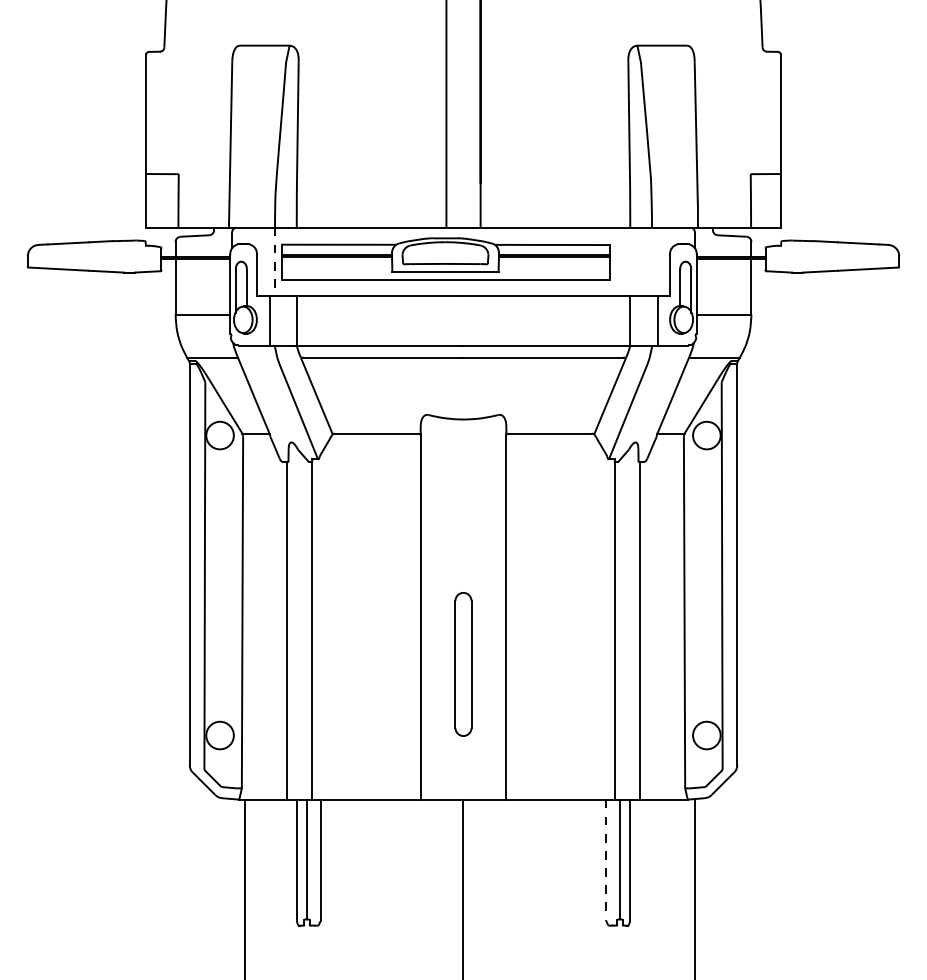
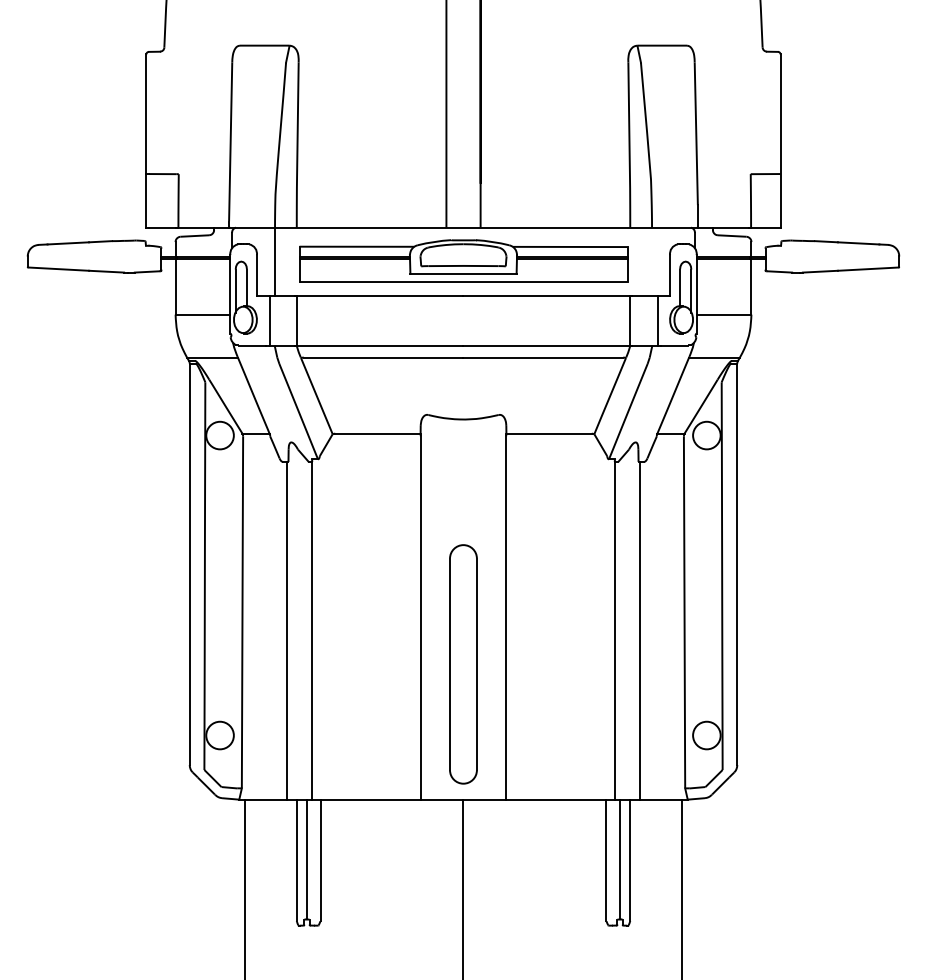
part at (445, 258) position: (445, 258) -> (463, 260)
line at (275, 262): dashed -> solid
part at (463, 664) size: 19x145 px -> 29x241 px
line at (606, 860): dashed -> solid
line at (695, 887) position: (695, 887) -> (682, 887)
